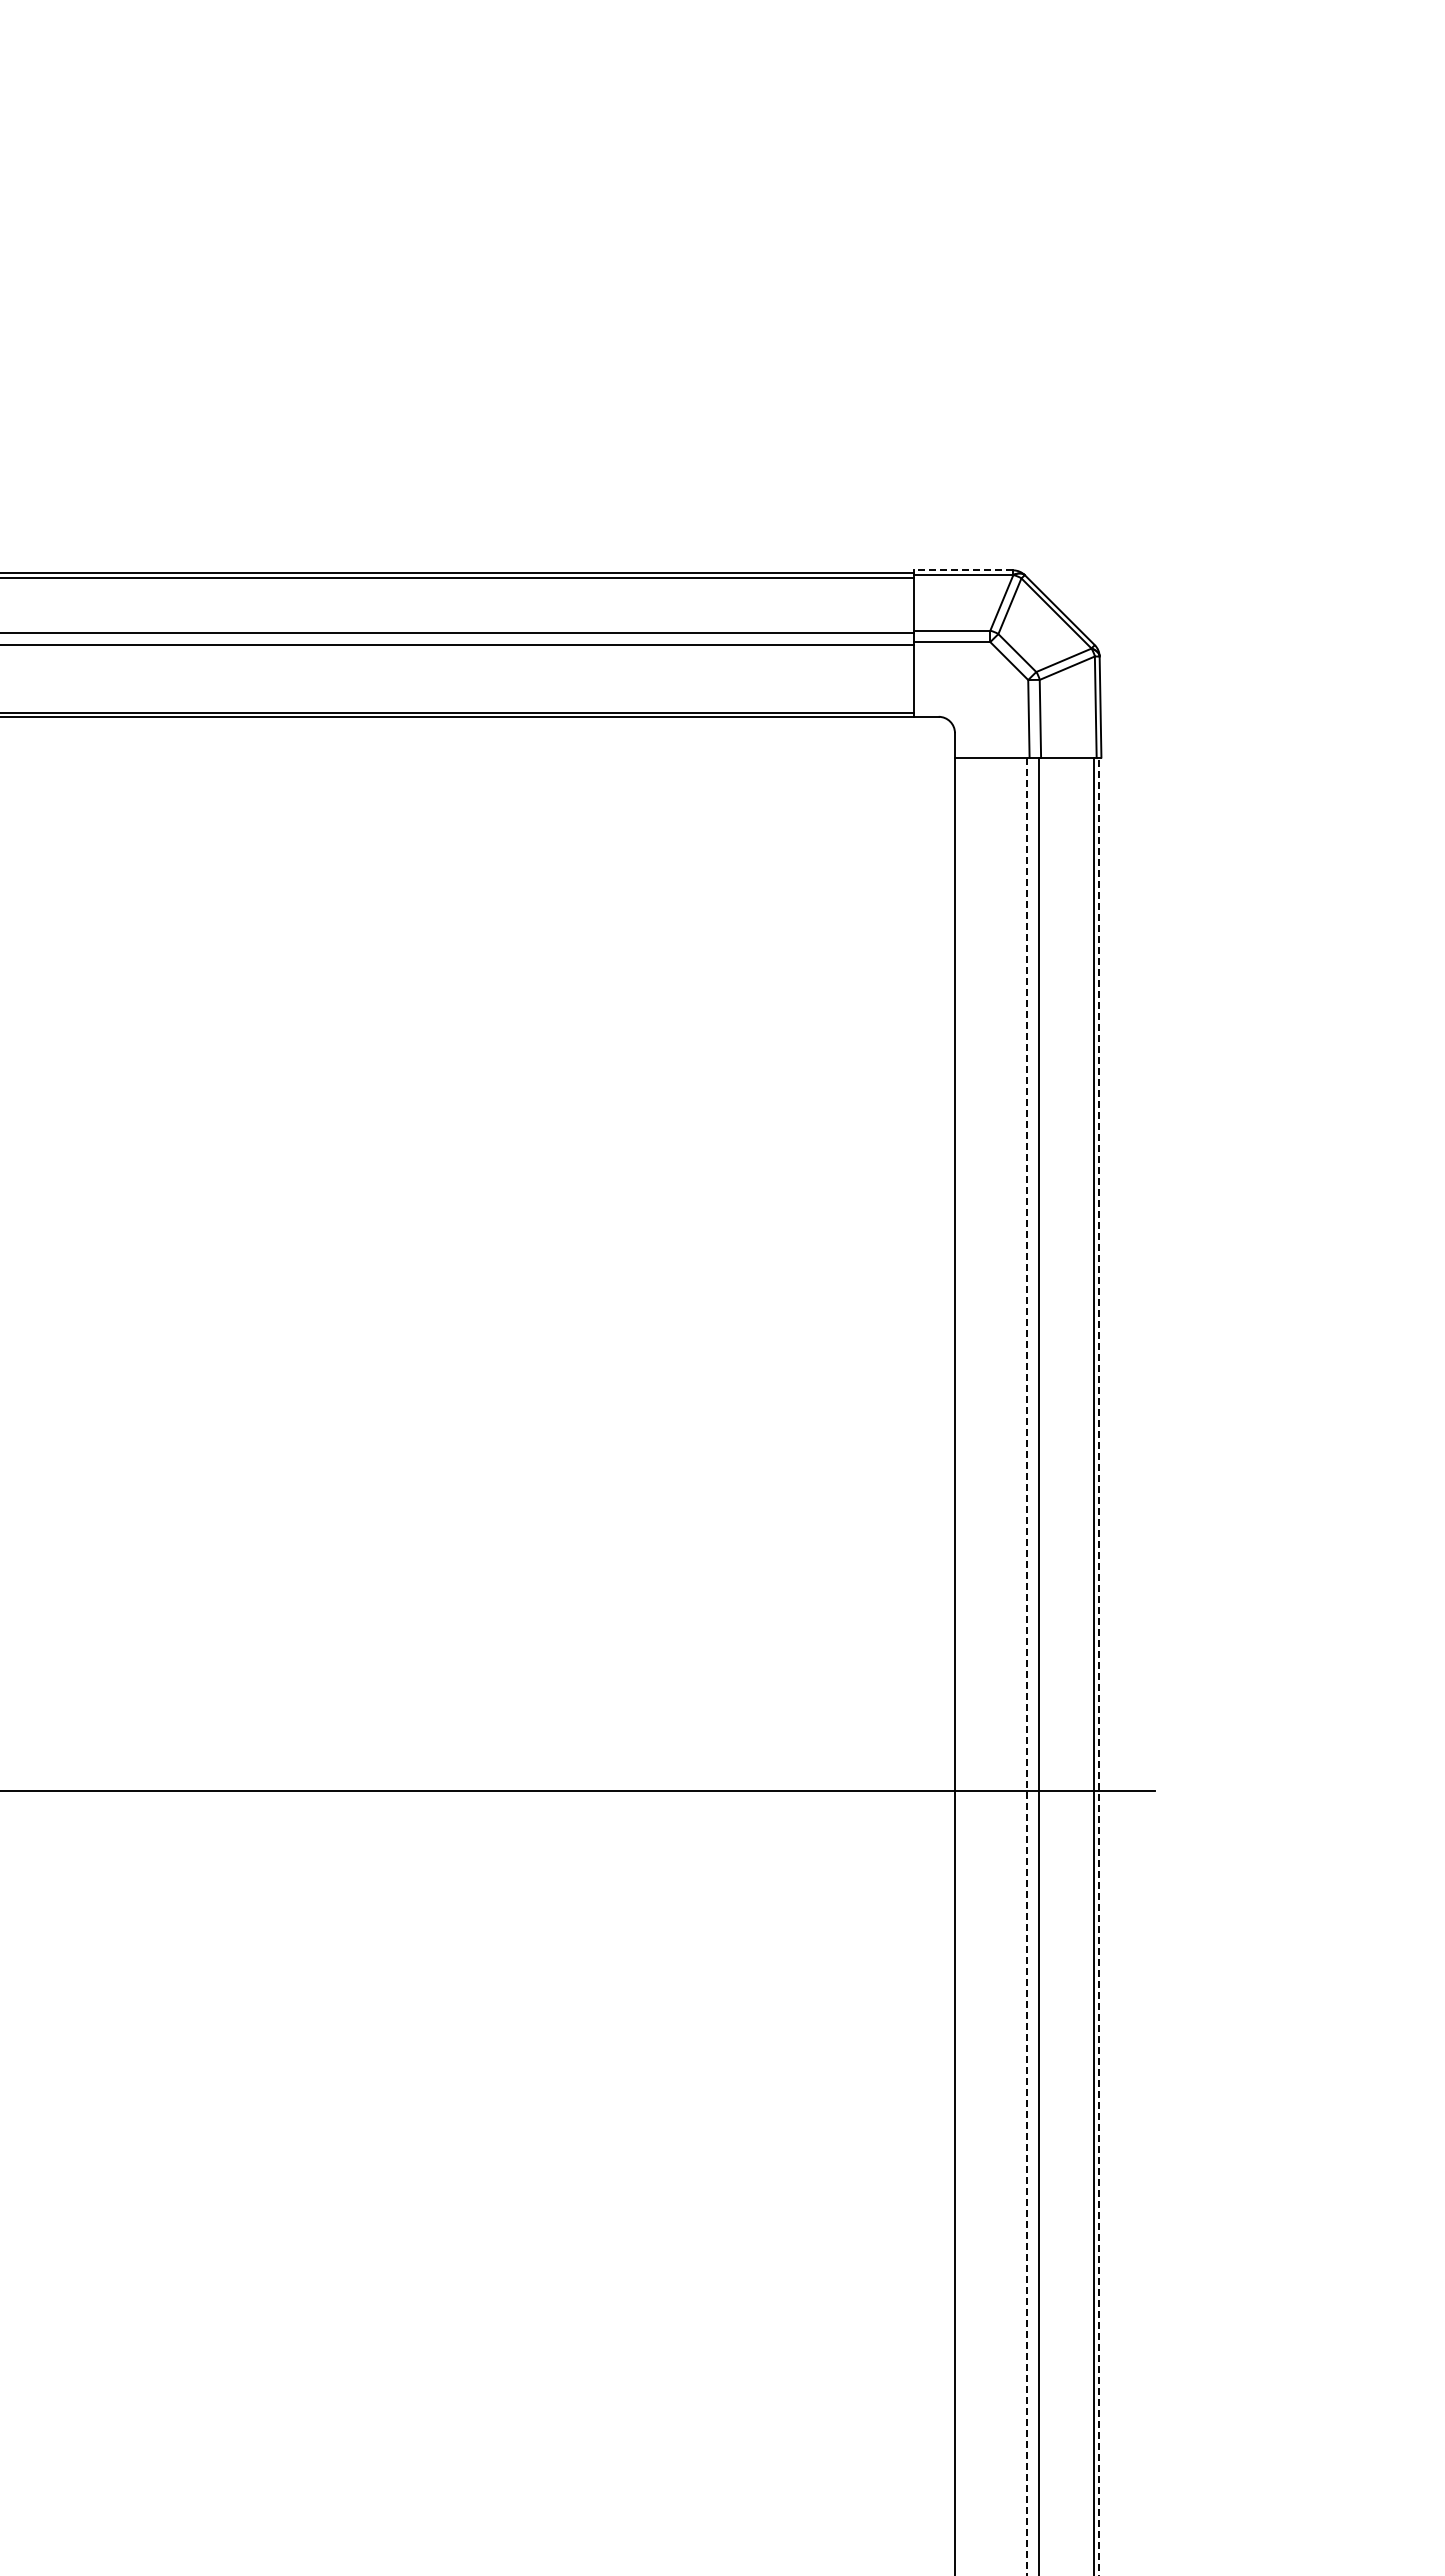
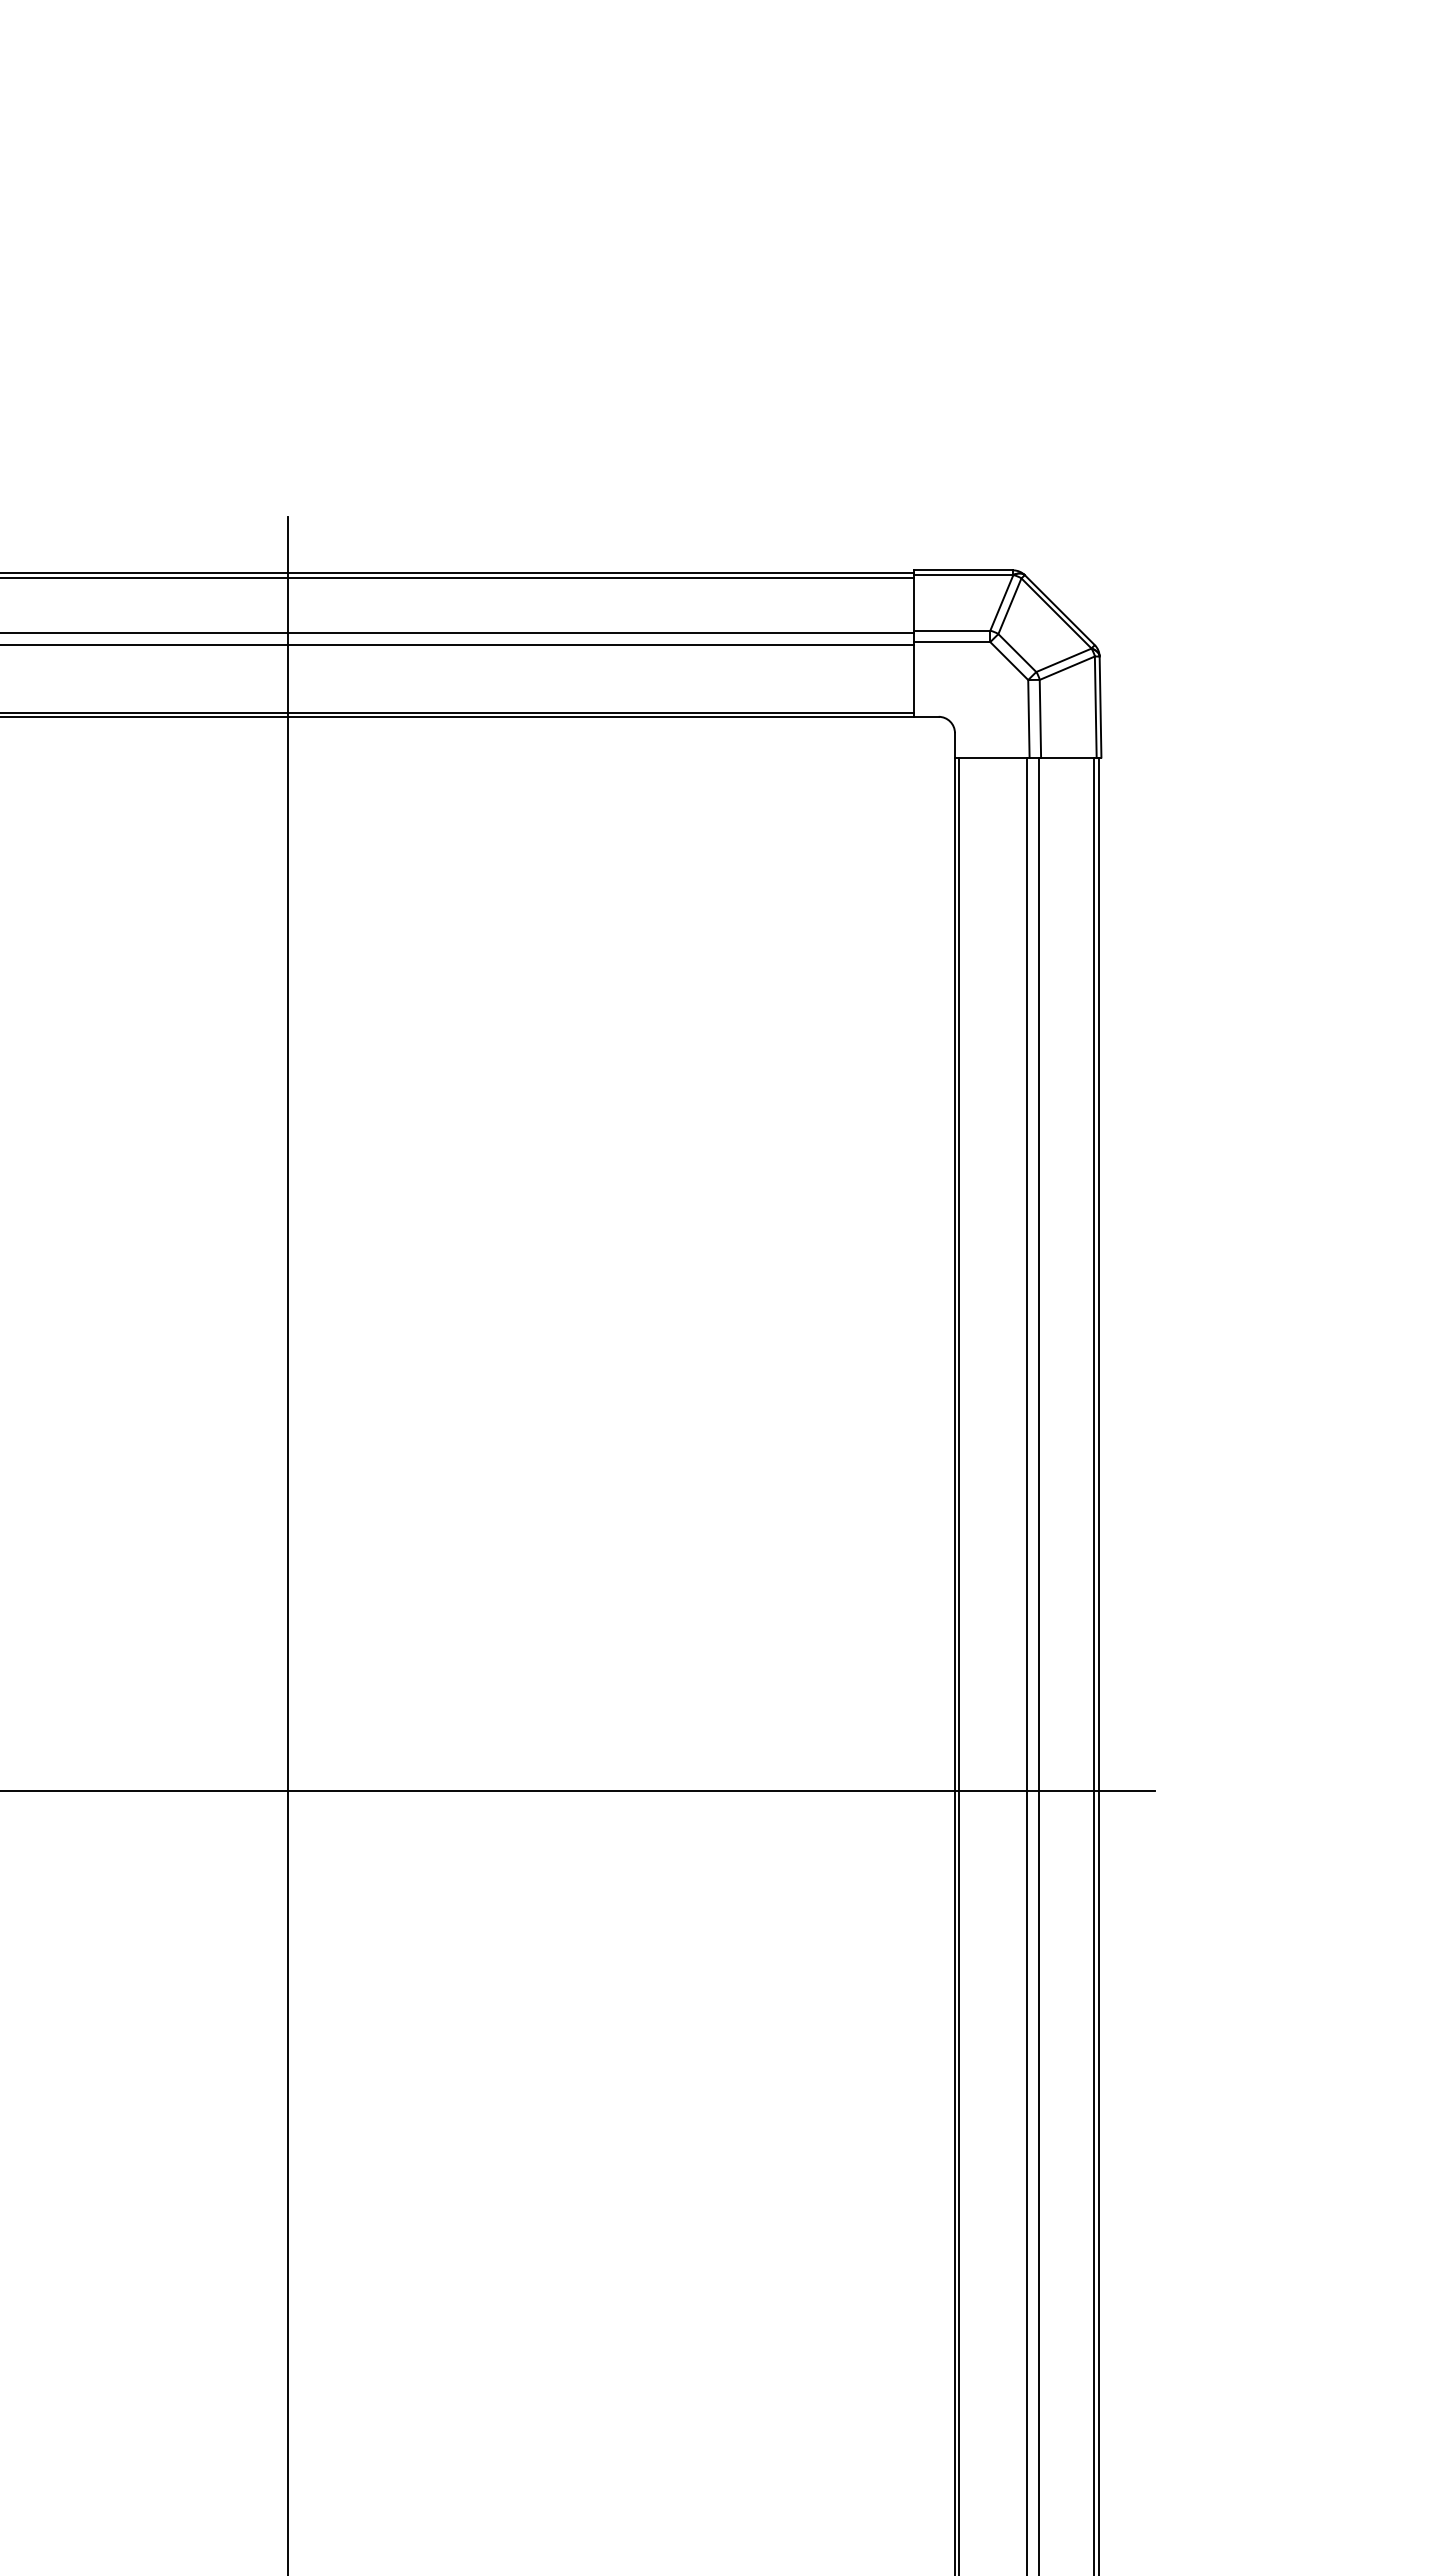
line at (963, 570): dashed -> solid
line at (287, 1544): none -> present
line at (959, 1664): none -> present
line at (1027, 1666): dashed -> solid
line at (1098, 1666): dashed -> solid
